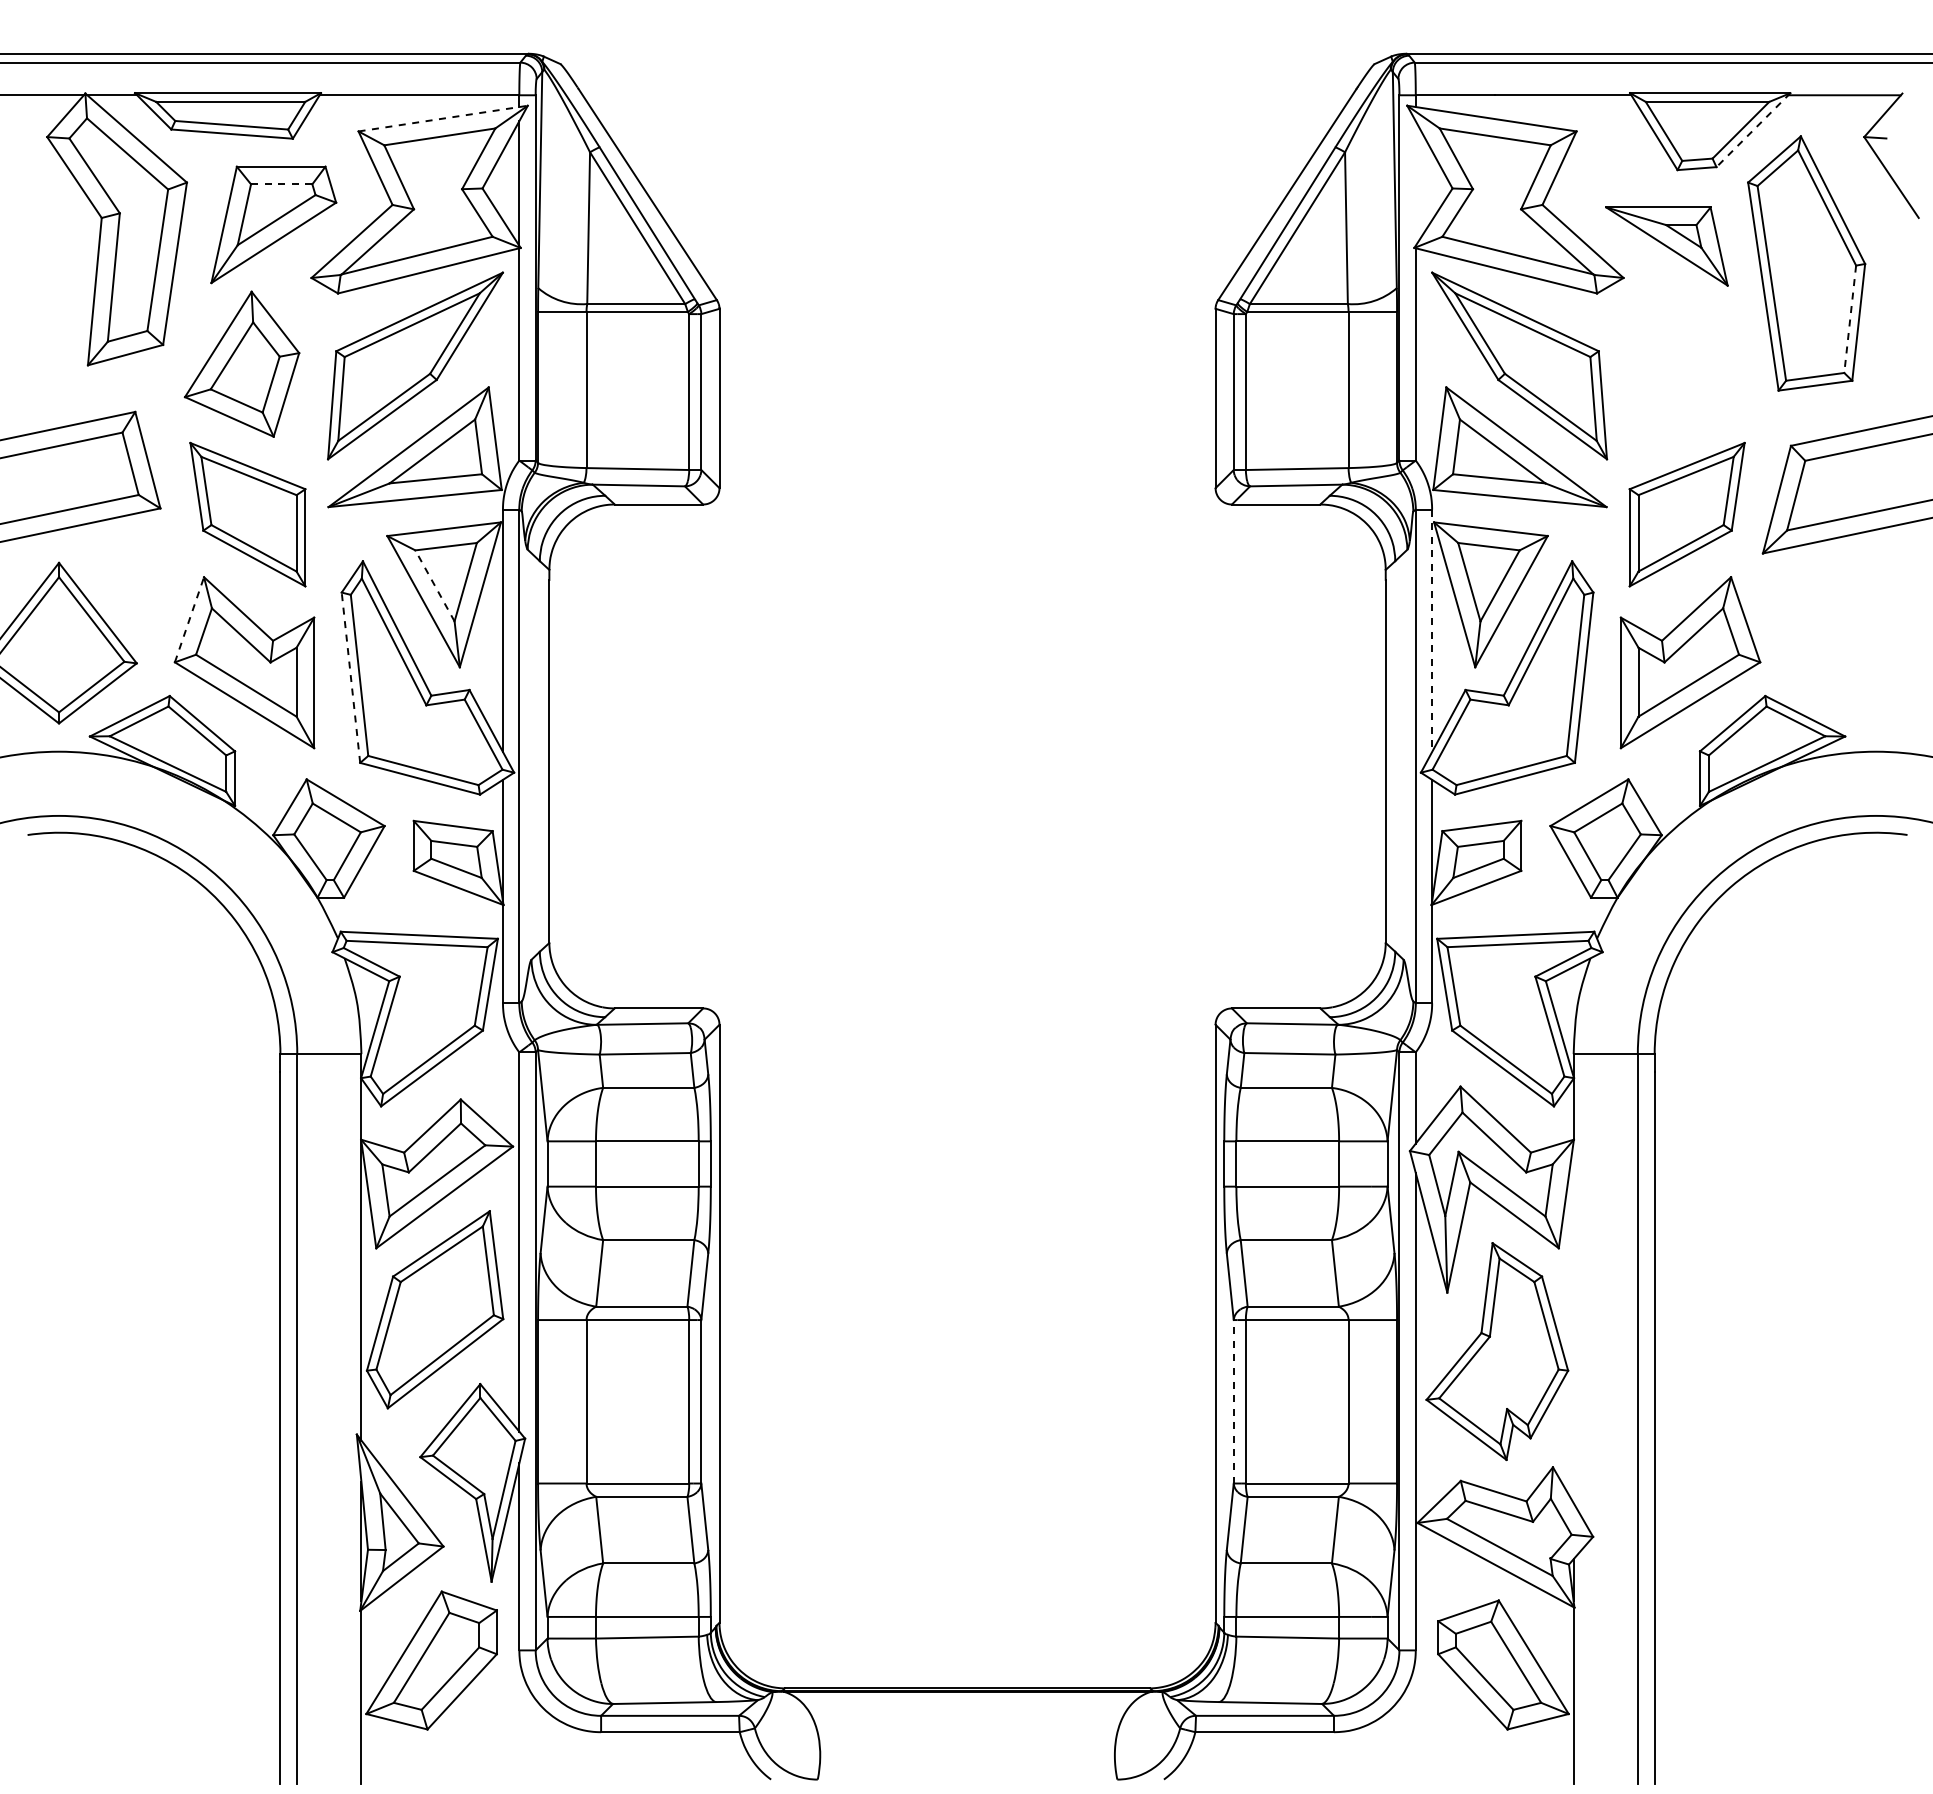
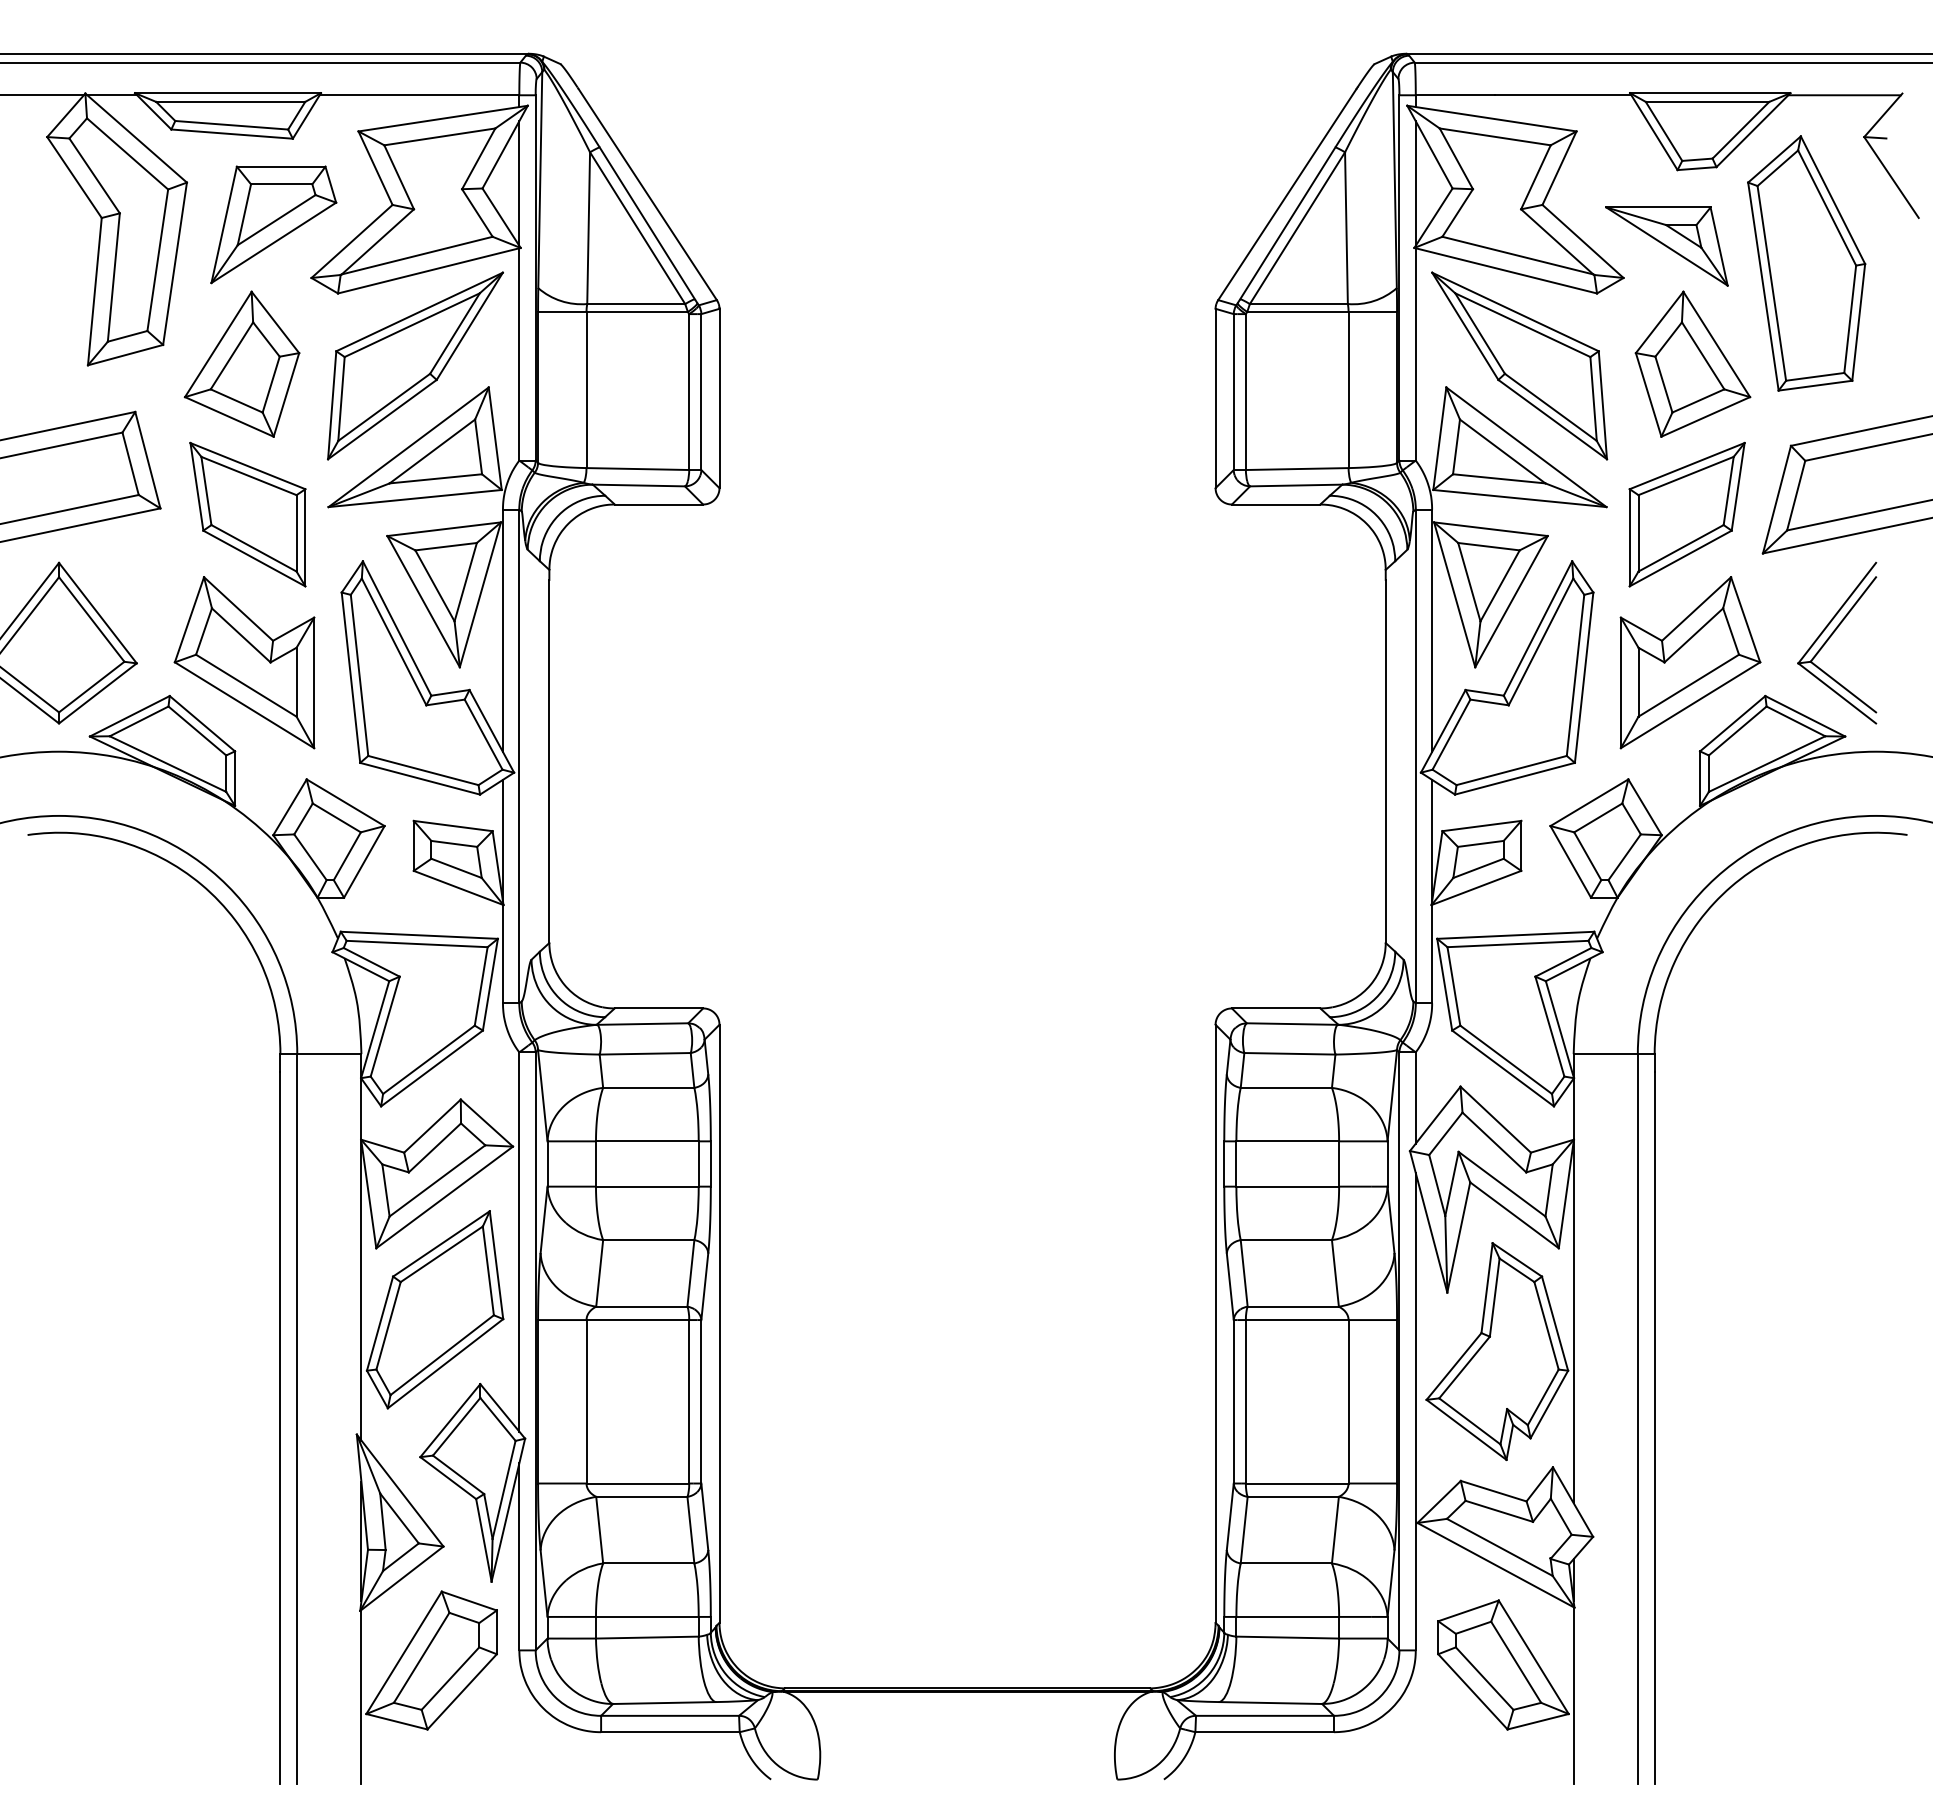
line at (443, 118): dashed -> solid
line at (1753, 130): dashed -> solid
line at (1415, 183): none -> present
line at (281, 184): dashed -> solid
line at (1850, 319): dashed -> solid
part at (1692, 363): none -> present
line at (434, 585): dashed -> solid
line at (189, 619): dashed -> solid
line at (1432, 631): dashed -> solid
part at (1829, 639): none -> present
line at (350, 677): dashed -> solid
line at (1573, 1322): none -> present
line at (1233, 1401): dashed -> solid
